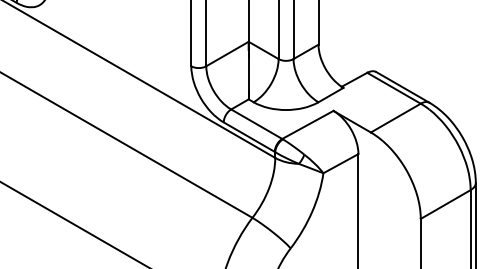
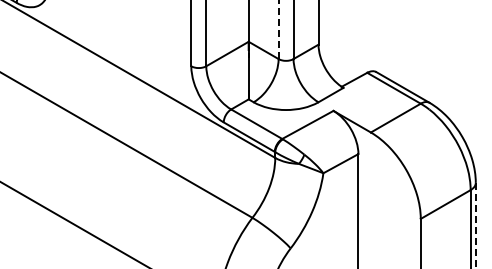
line at (278, 29): solid -> dashed
line at (475, 225): solid -> dashed
